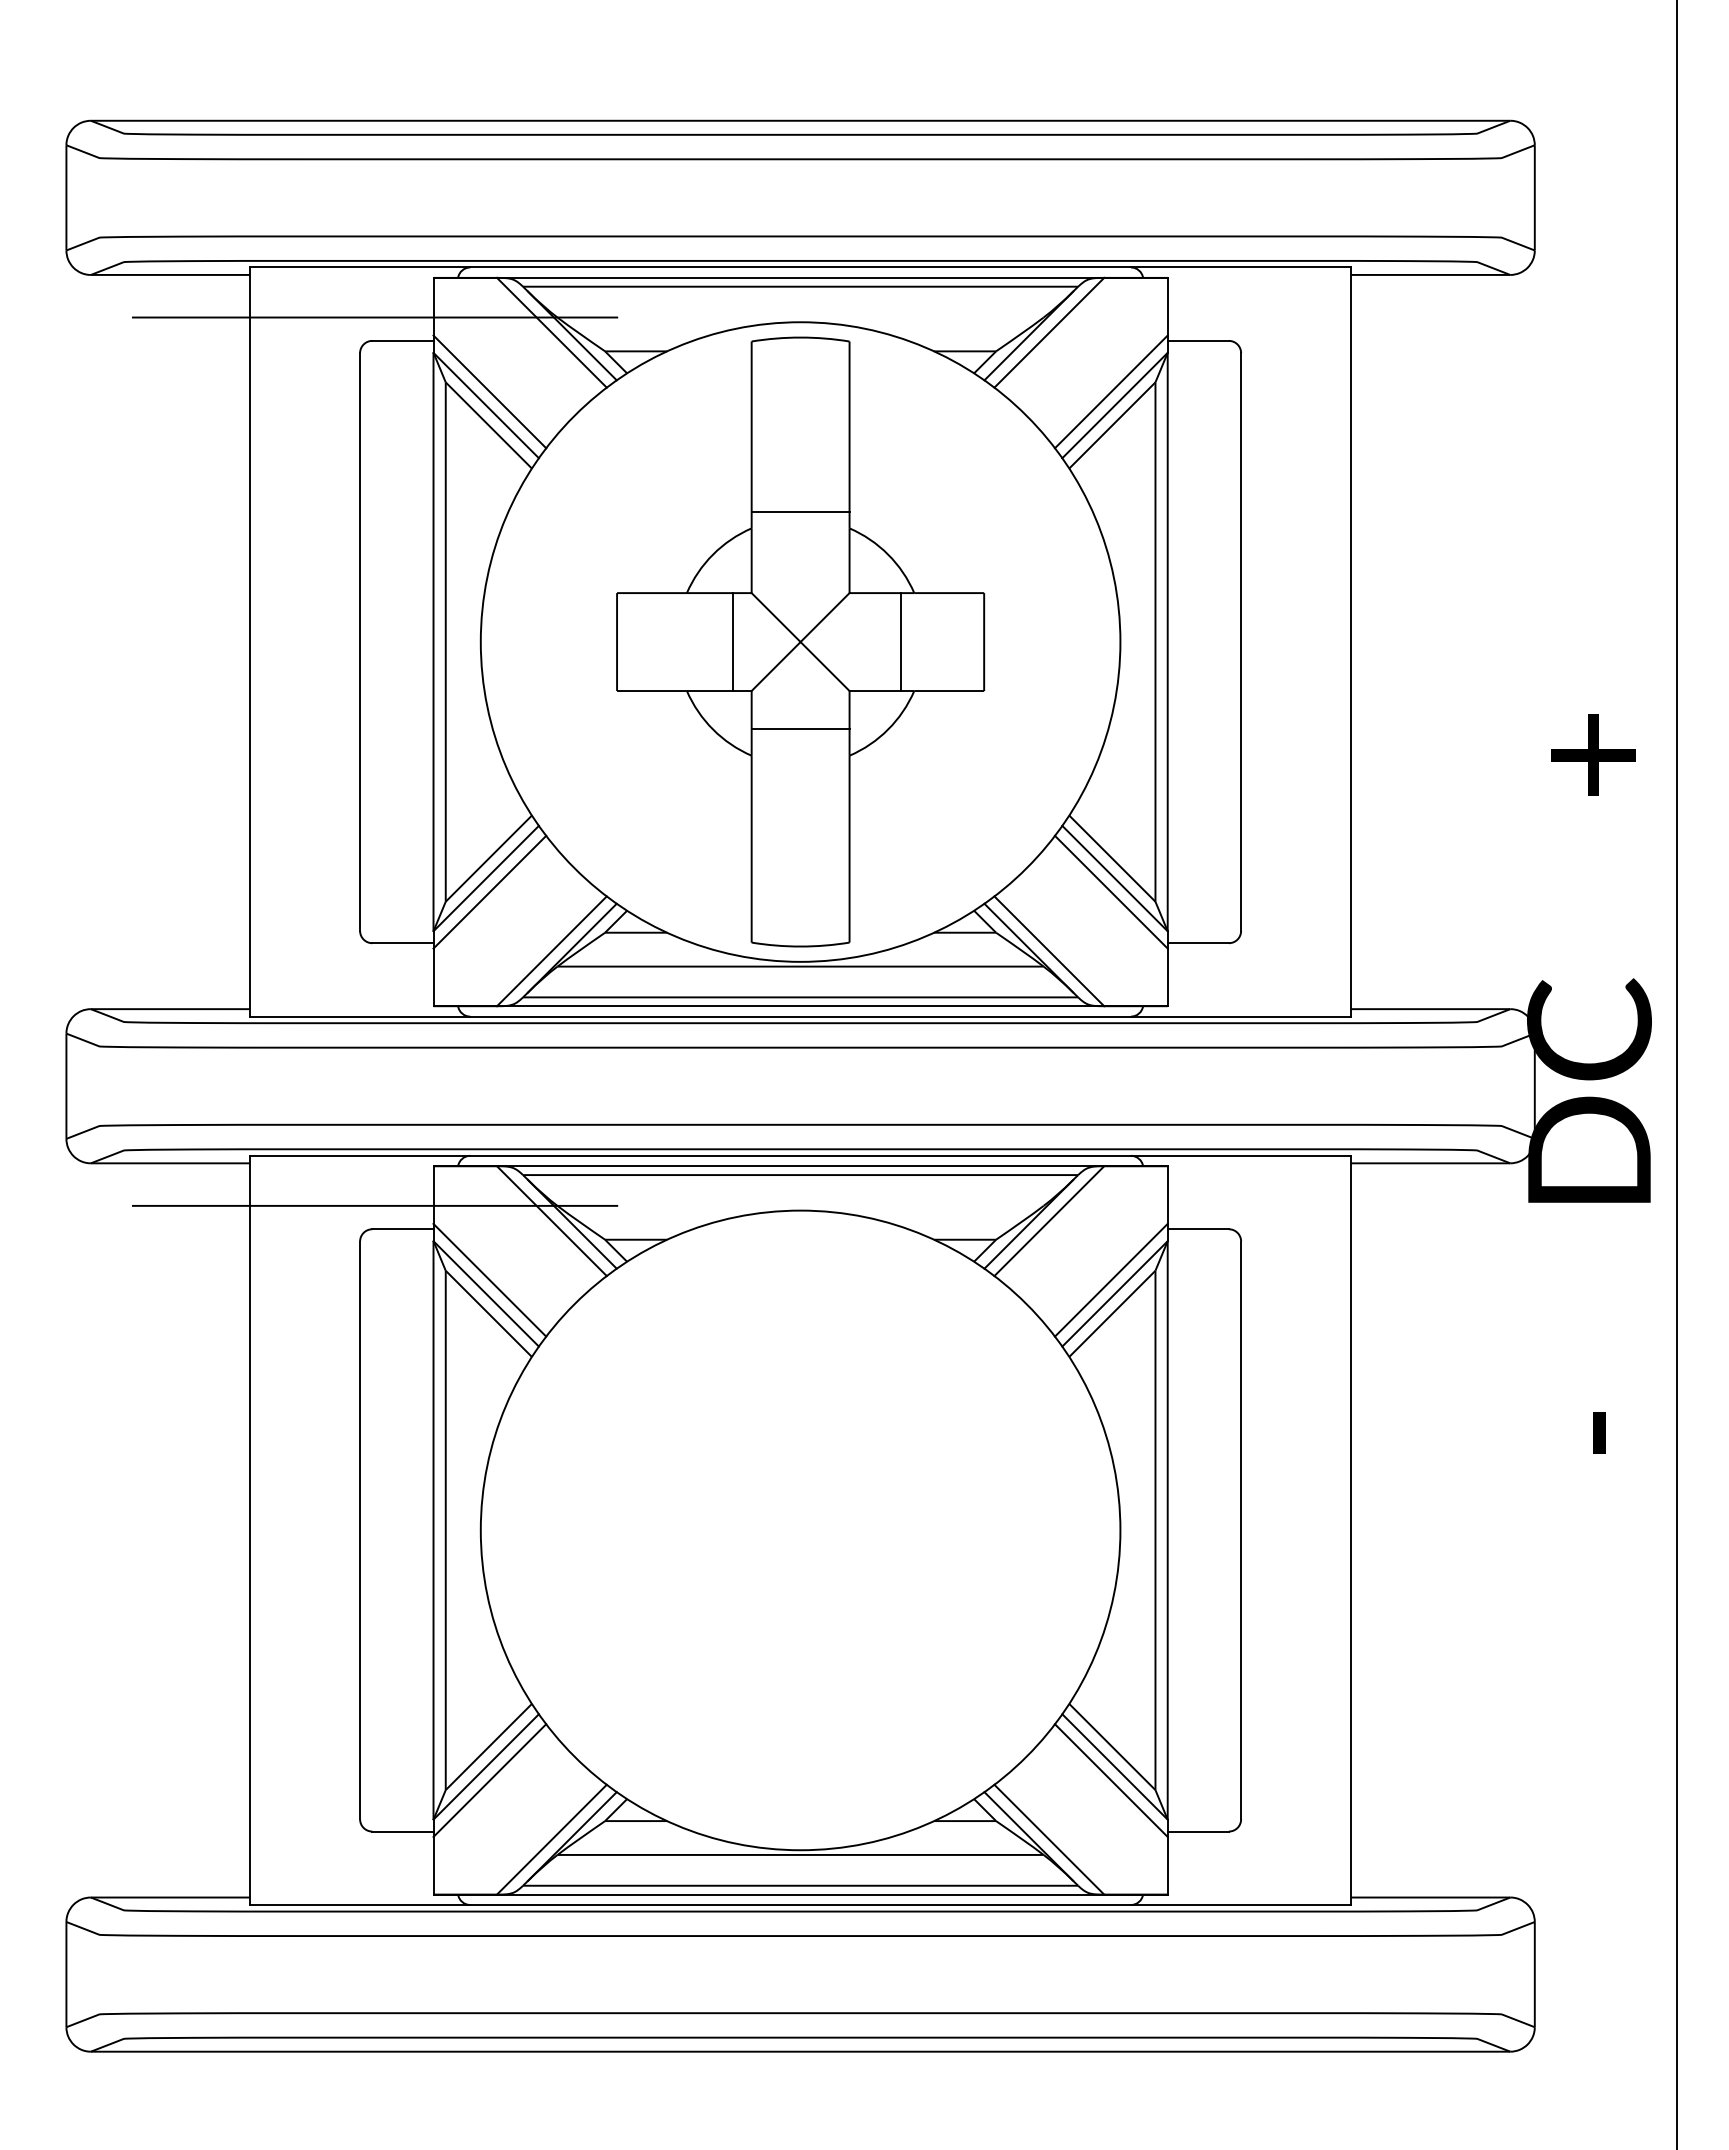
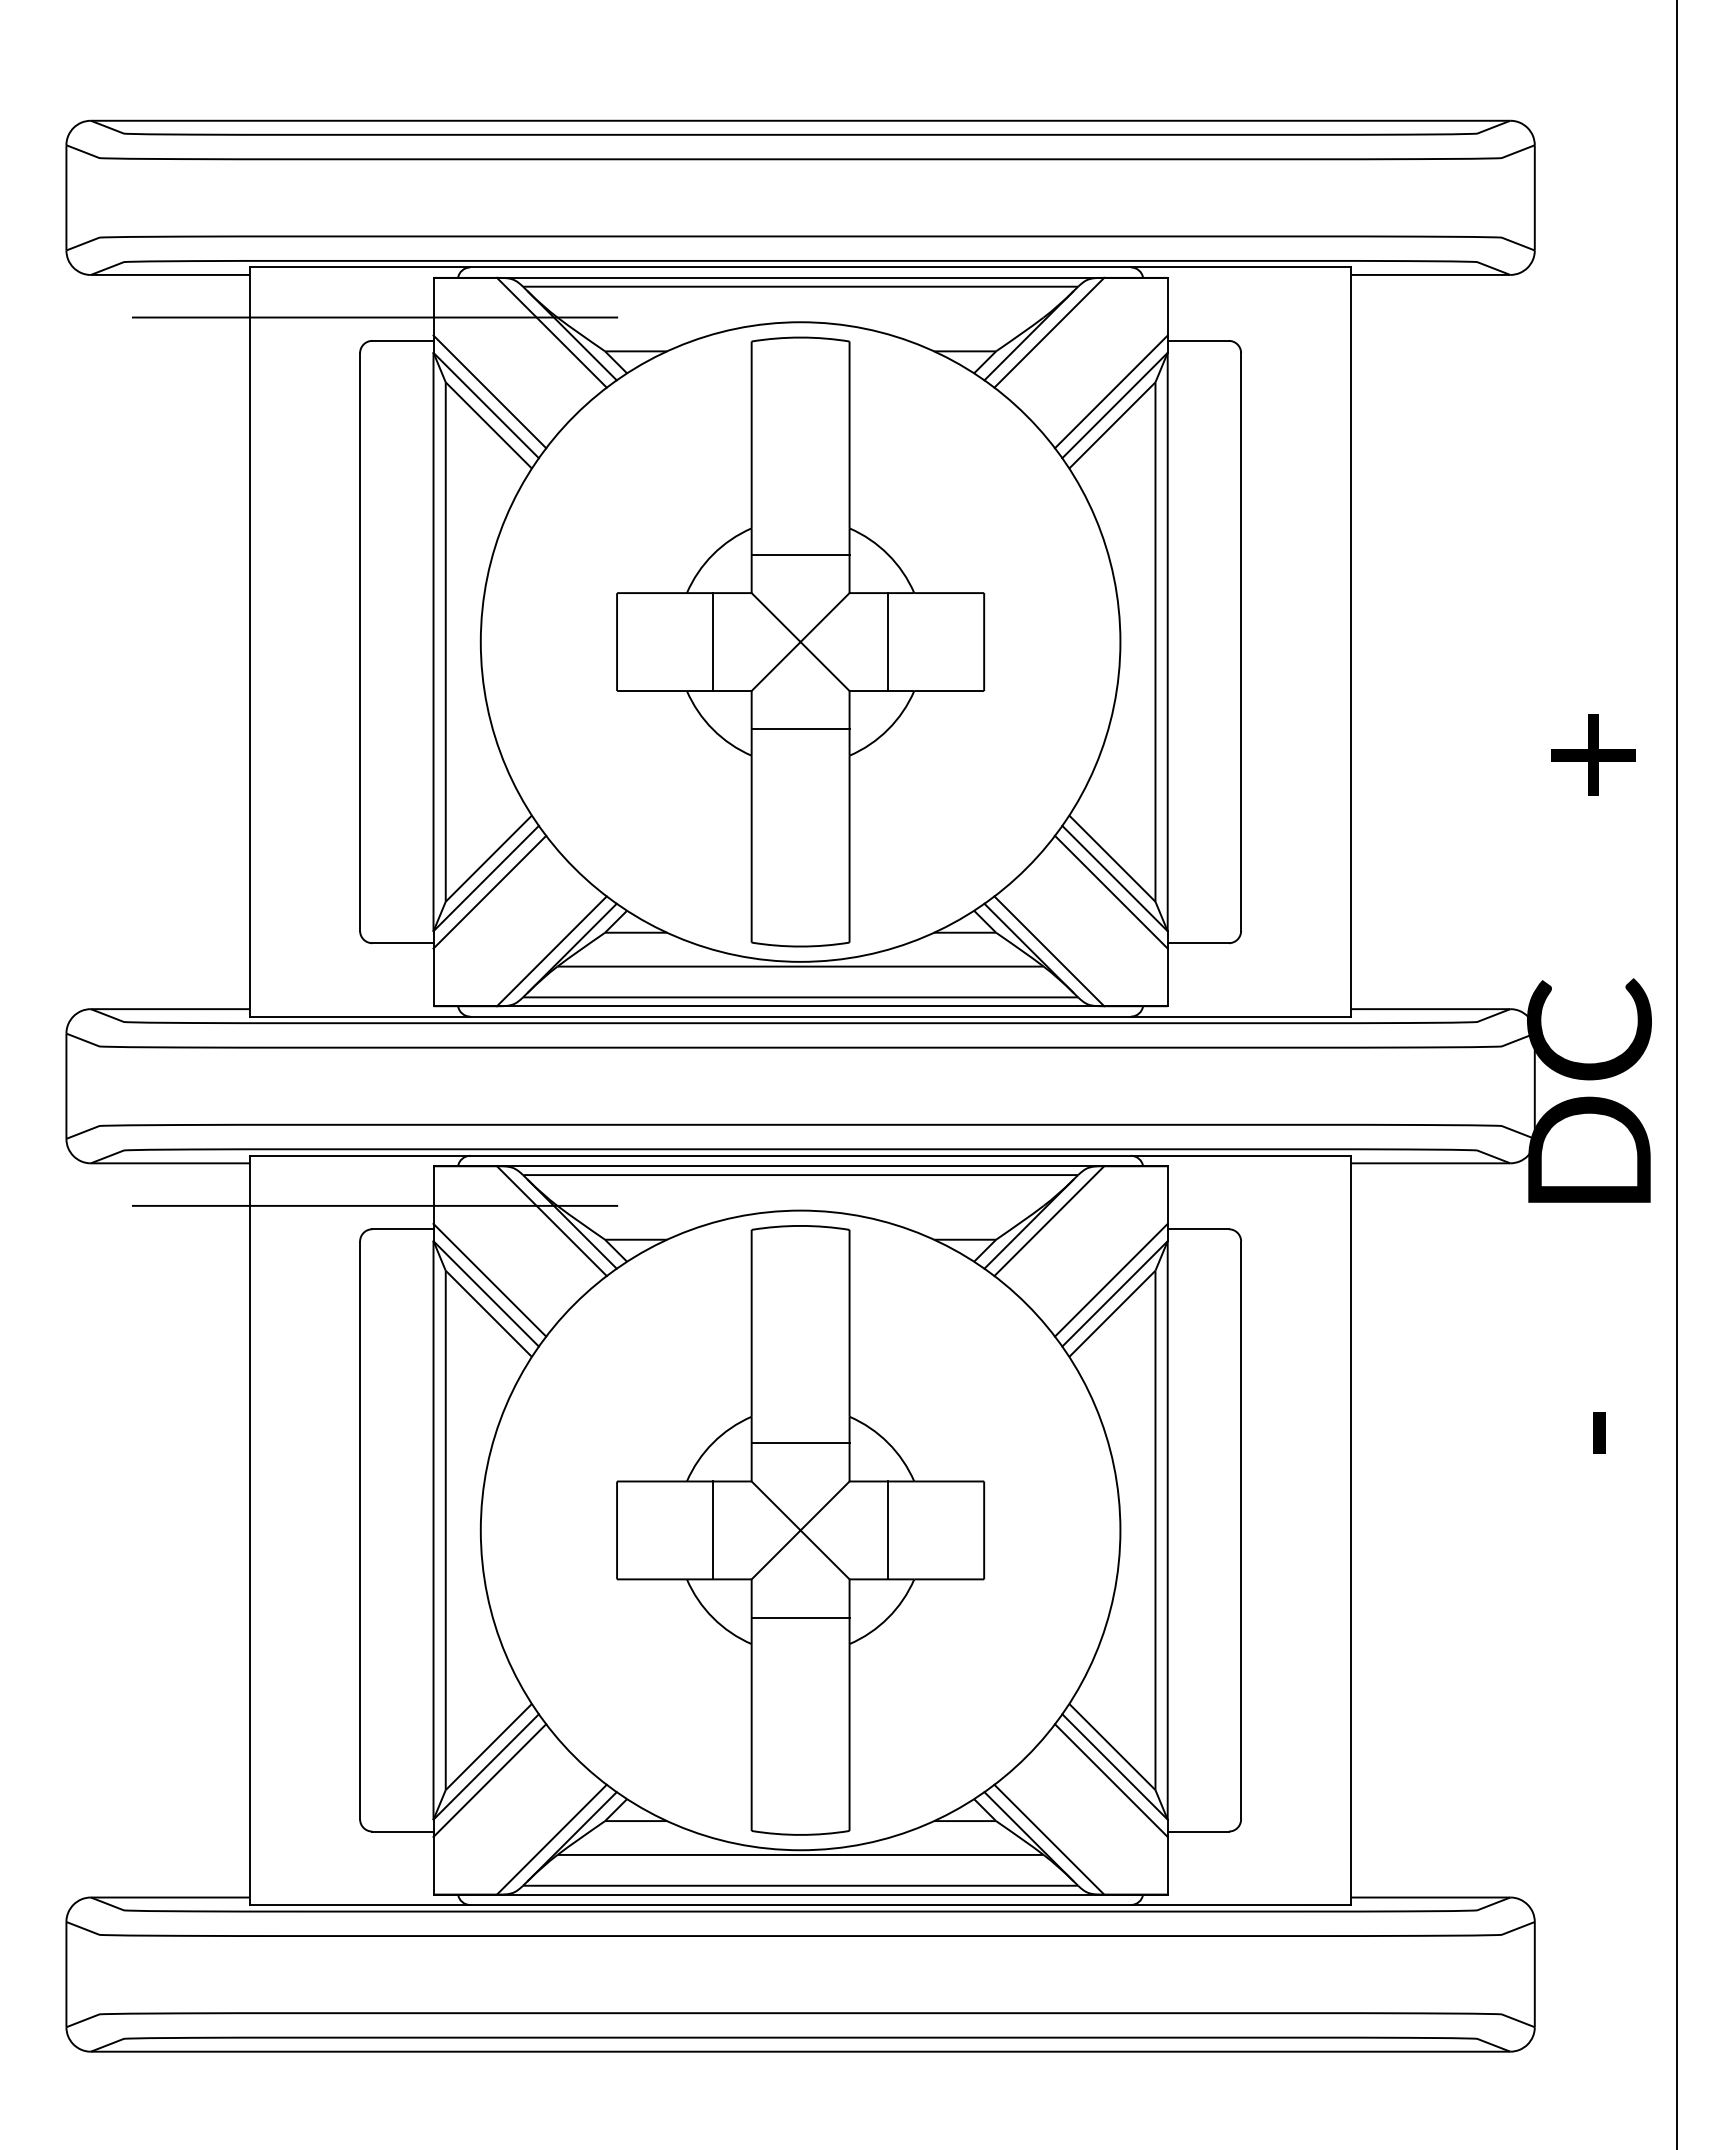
line at (800, 511) position: (800, 511) -> (800, 554)
line at (733, 642) position: (733, 642) -> (713, 642)
line at (900, 642) position: (900, 642) -> (887, 642)
part at (800, 1530): none -> present
